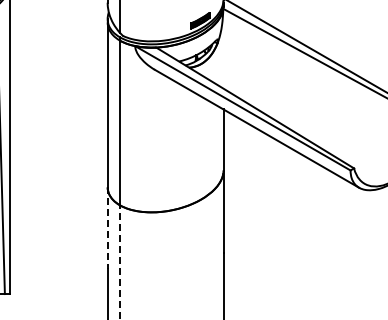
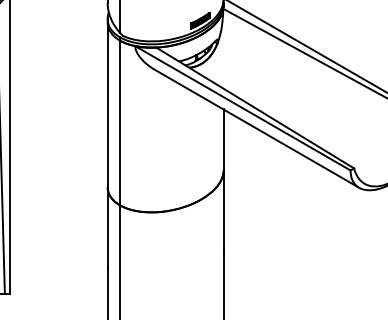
line at (107, 228): dashed -> solid
line at (119, 262): dashed -> solid
